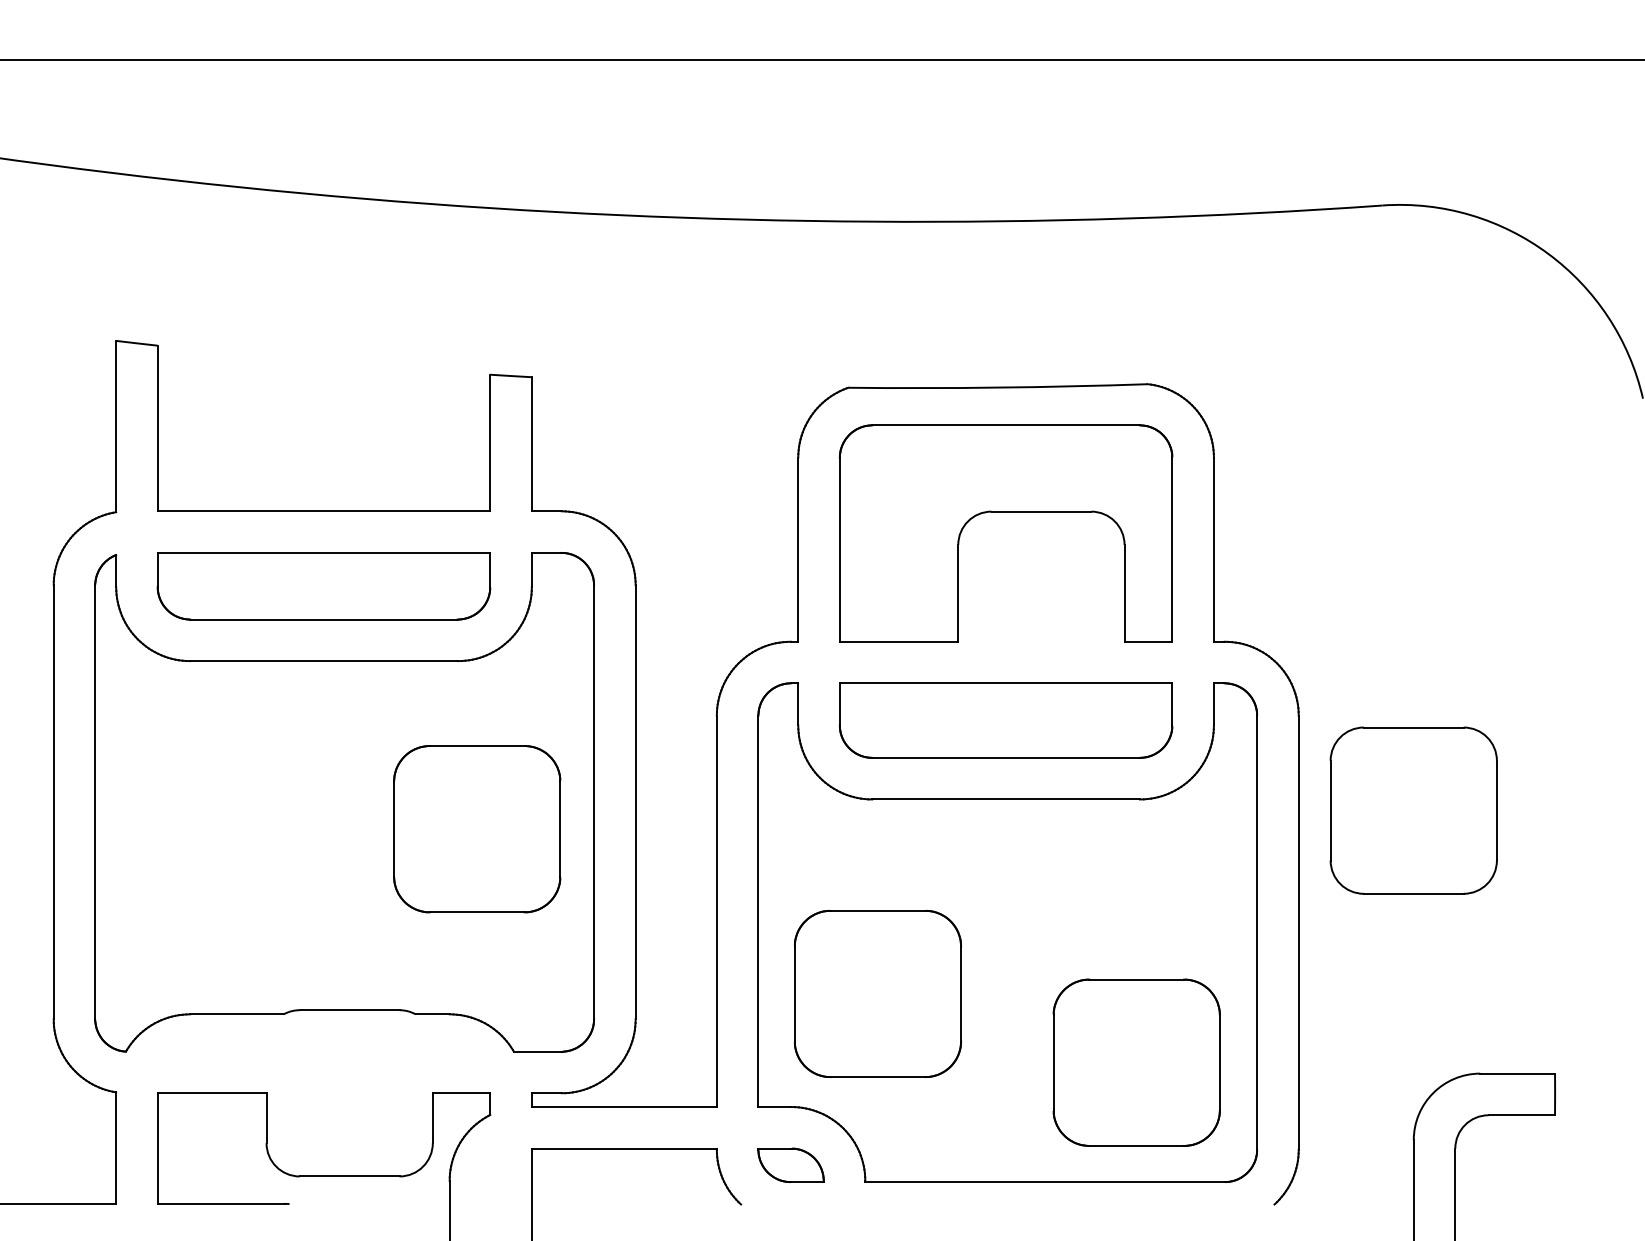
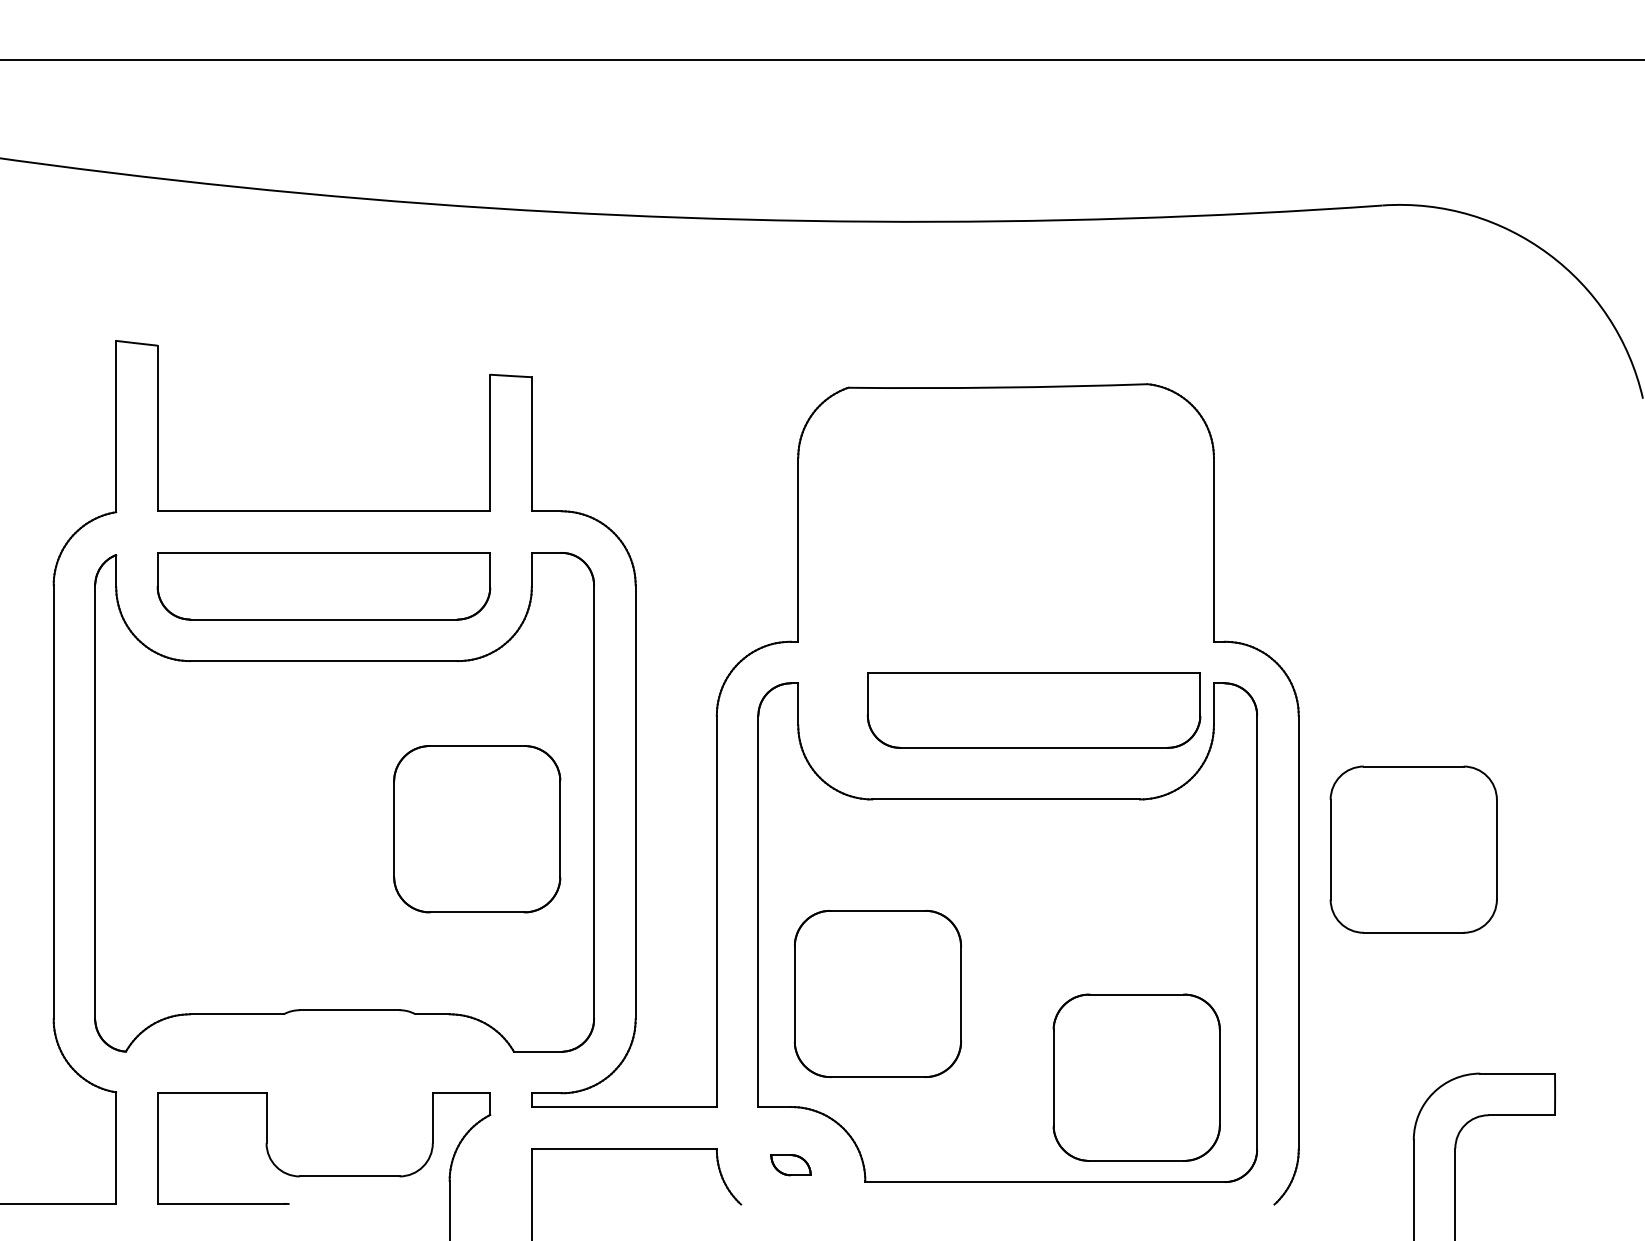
part at (1005, 512): present -> none
part at (1005, 720) position: (1005, 720) -> (1033, 710)
part at (1413, 810) position: (1413, 810) -> (1413, 849)
part at (1136, 1062) position: (1136, 1062) -> (1136, 1077)
part at (790, 1164) size: 68x36 px -> 42x23 px
